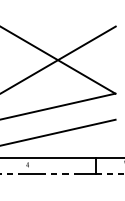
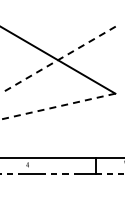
line at (58, 60): solid -> dashed
line at (57, 106): solid -> dashed
line at (58, 132): present -> none
